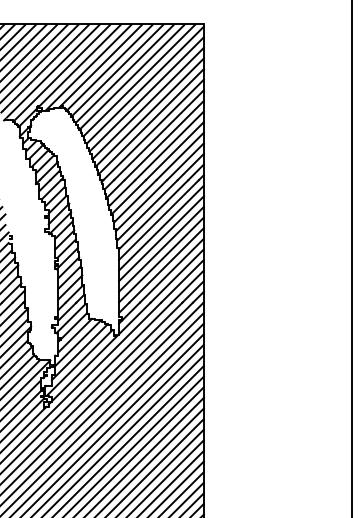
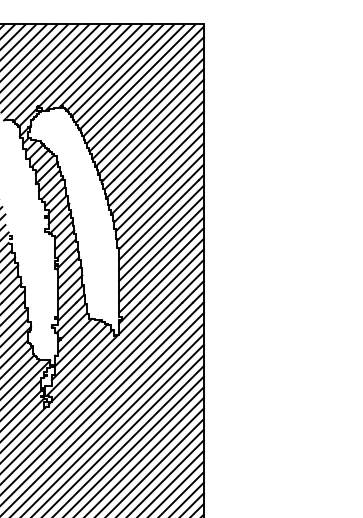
line at (352, 258): present -> none
